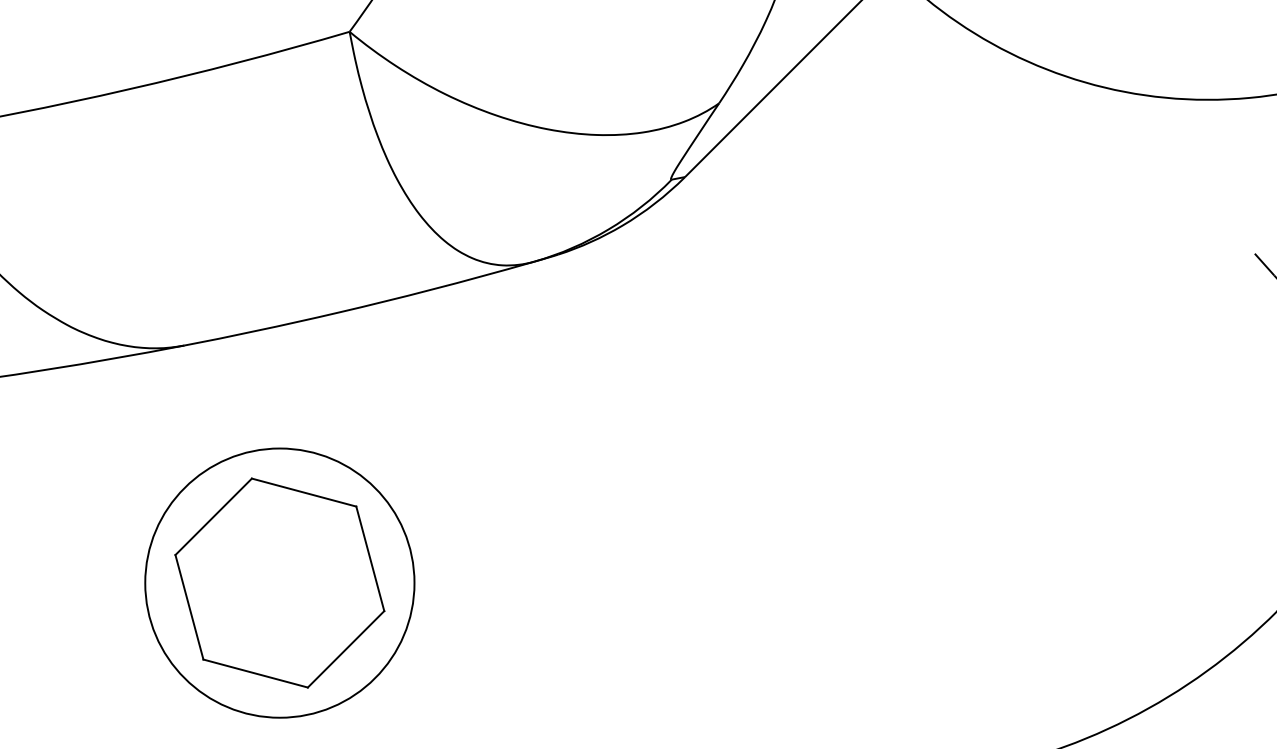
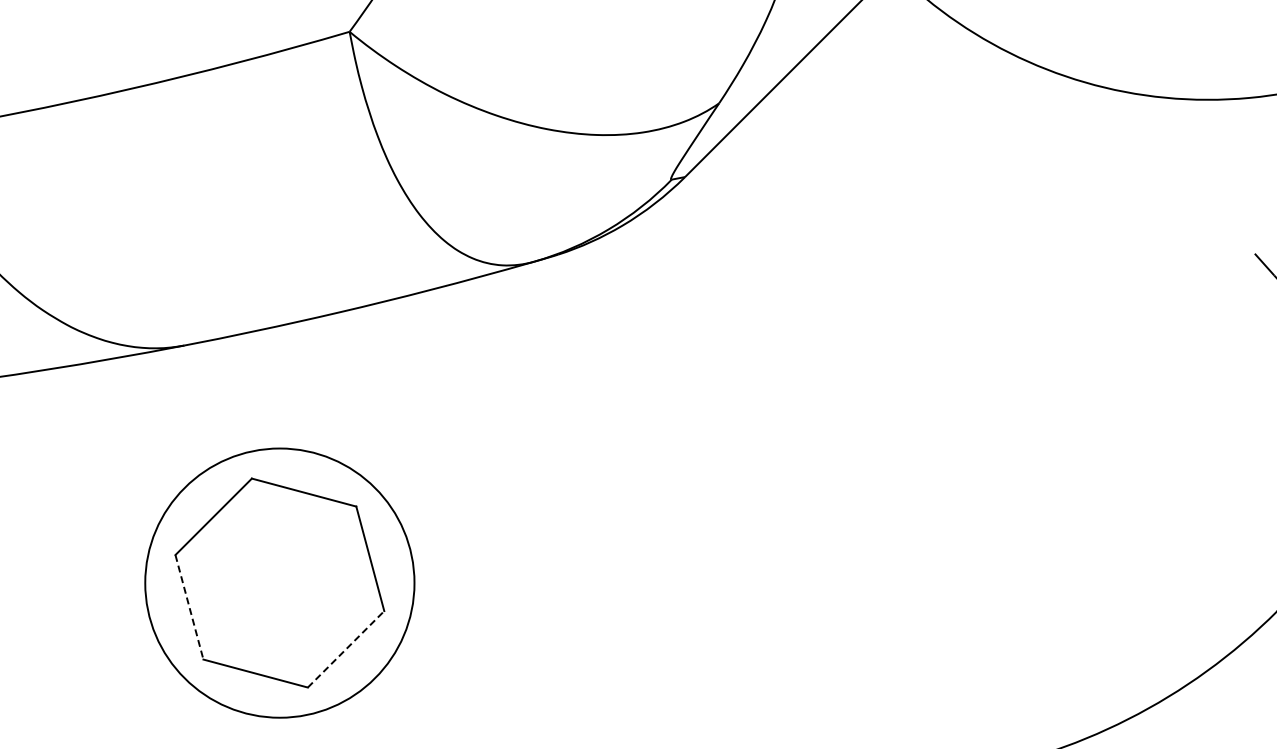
line at (189, 607): solid -> dashed
line at (346, 648): solid -> dashed
